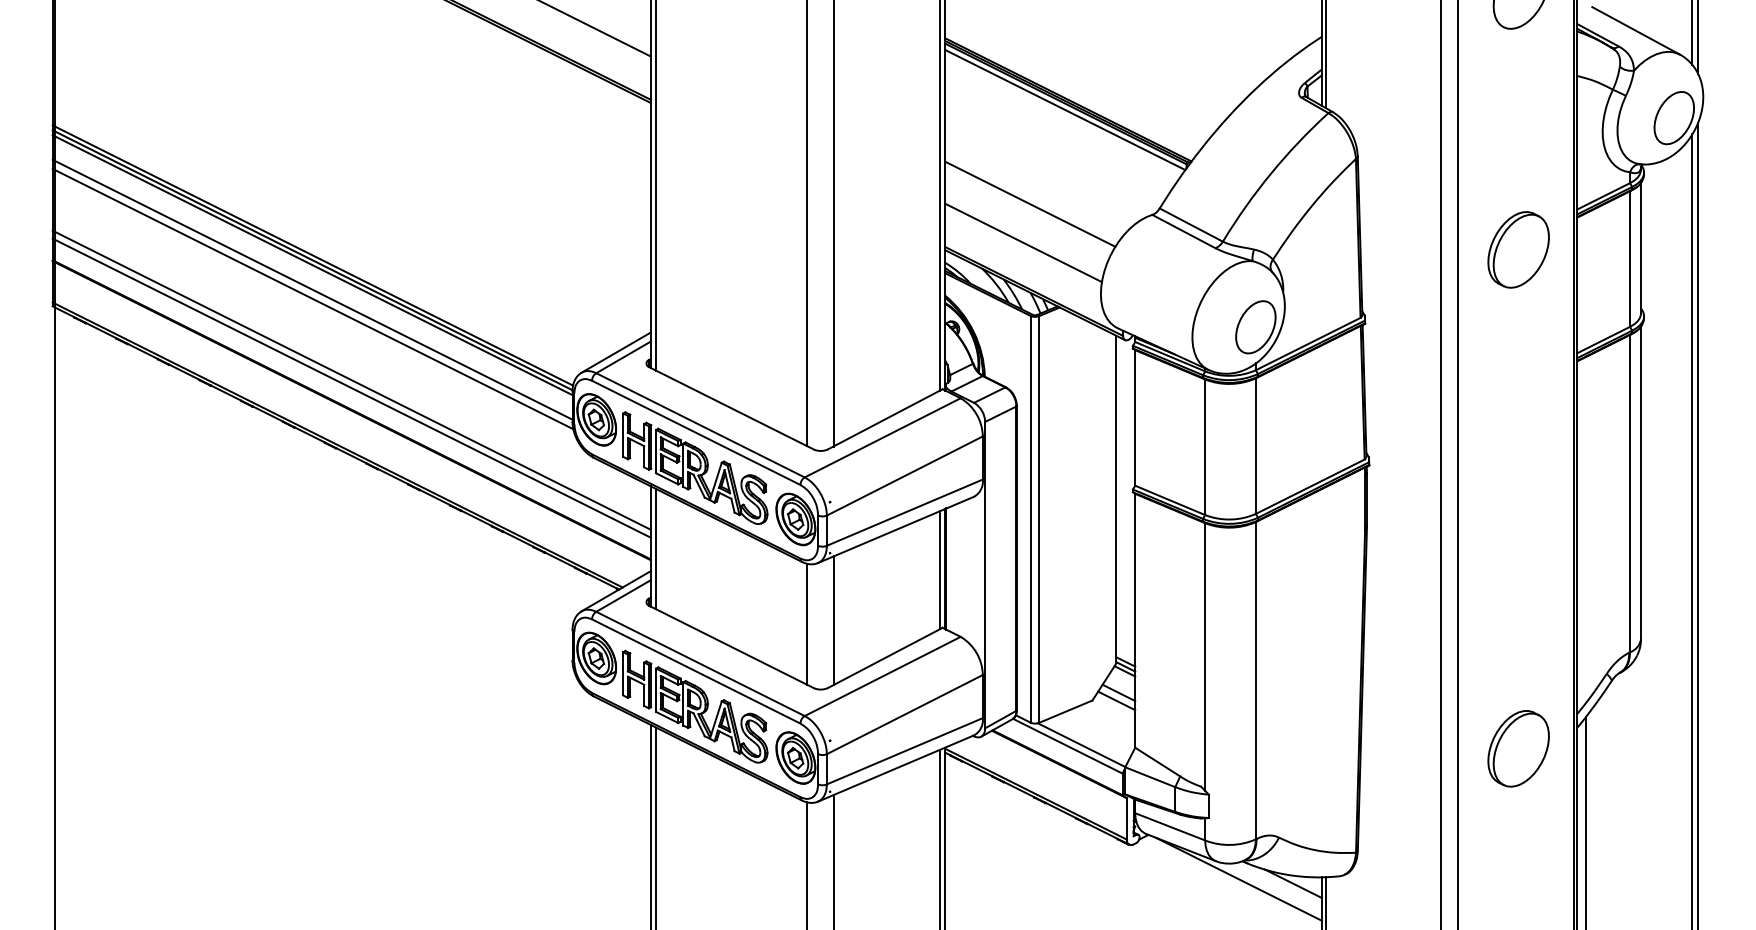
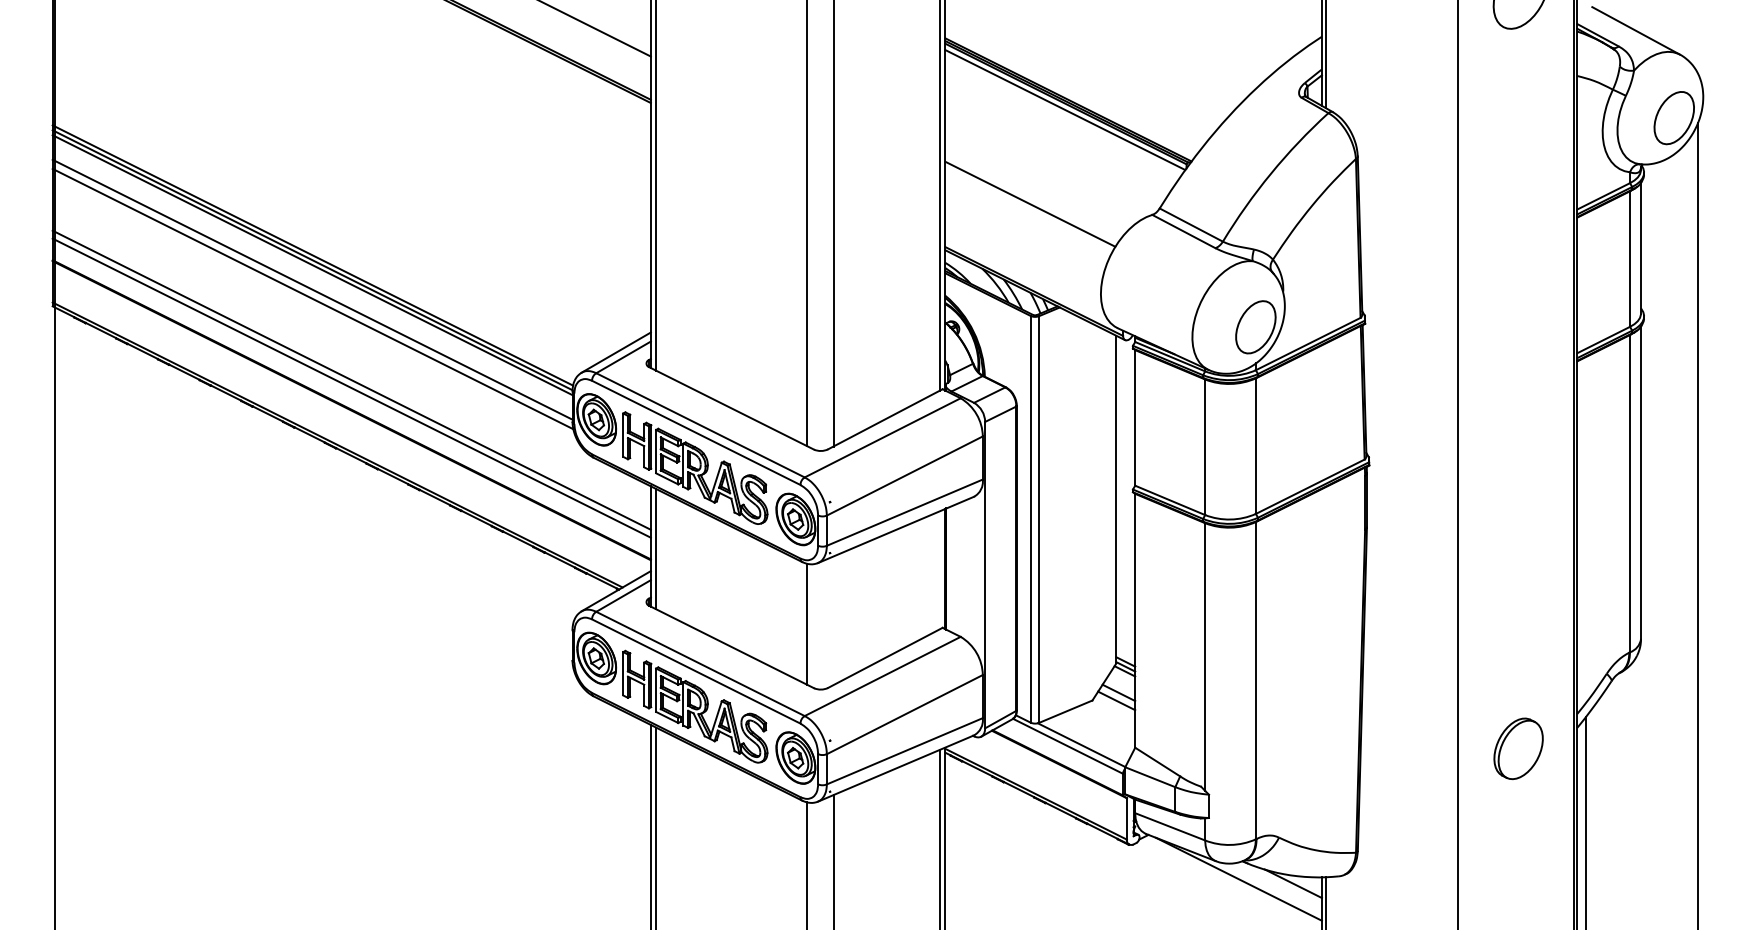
line at (1692, 33): present -> none
line at (1697, 37): present -> none
line at (1023, 242): present -> none
part at (1518, 249): present -> none
line at (1440, 464): present -> none
line at (1692, 530): present -> none
line at (939, 570): present -> none
line at (833, 620): present -> none
part at (1518, 748) size: 63x78 px -> 51x64 px
